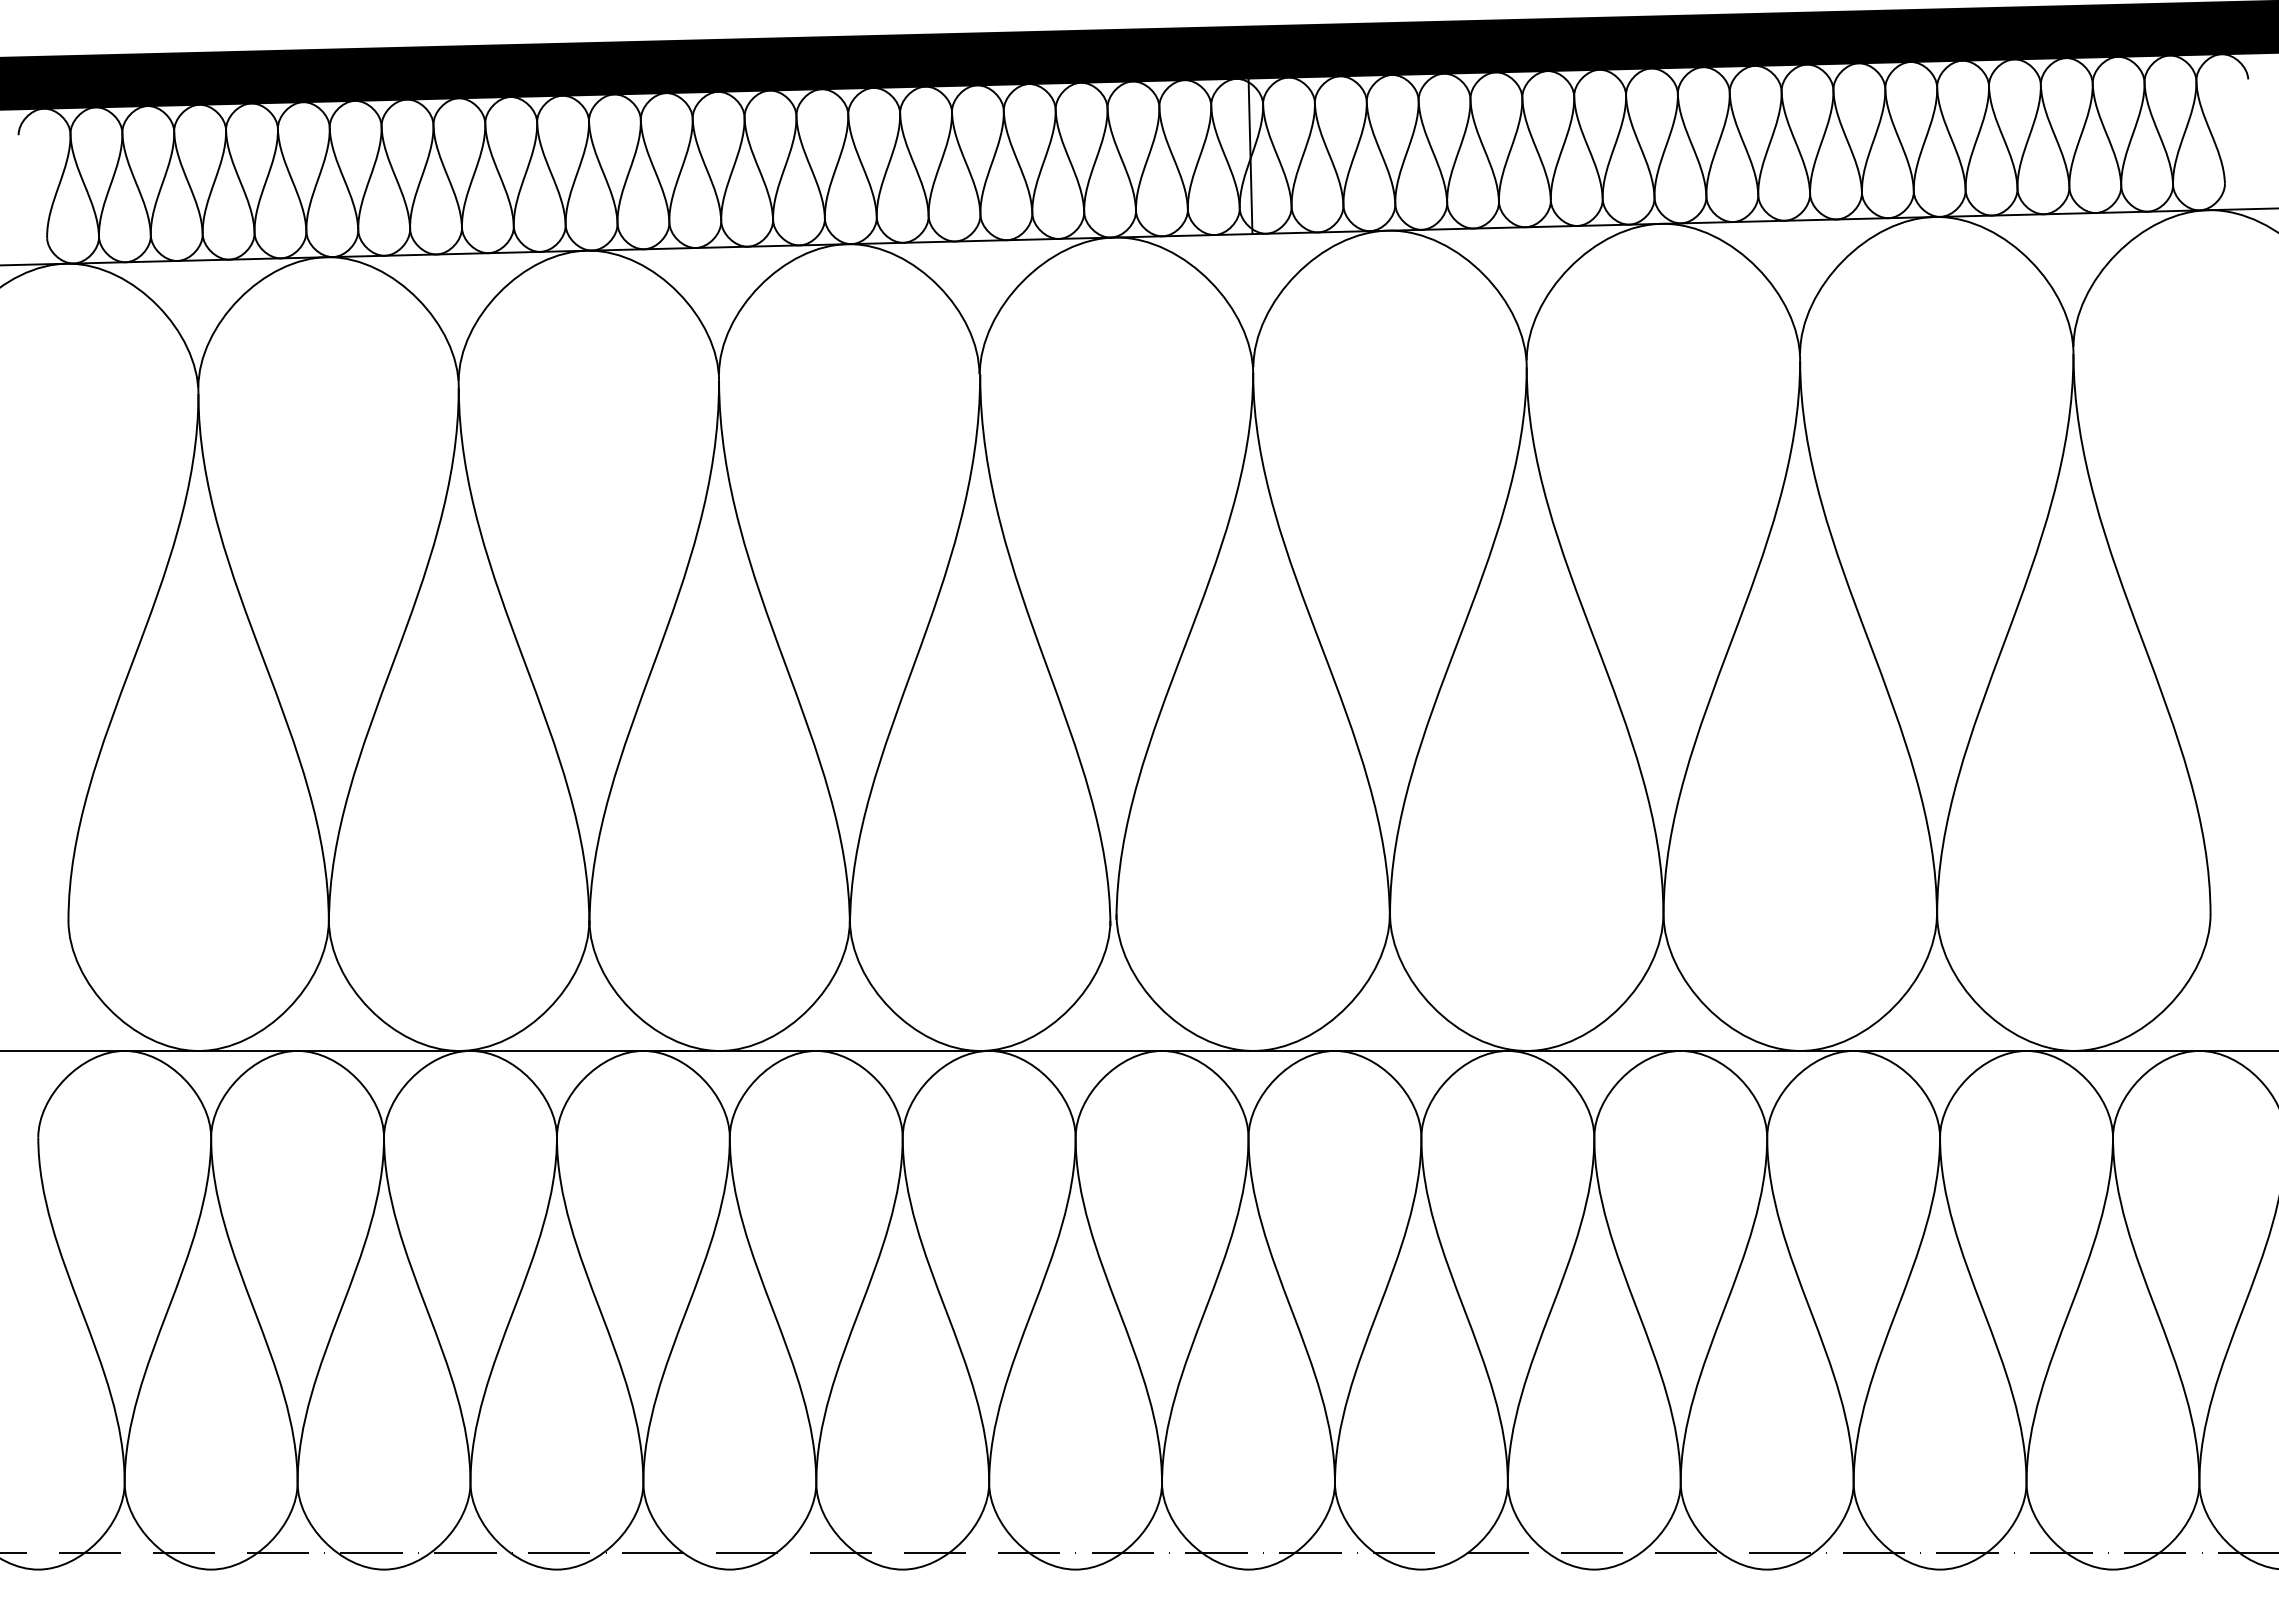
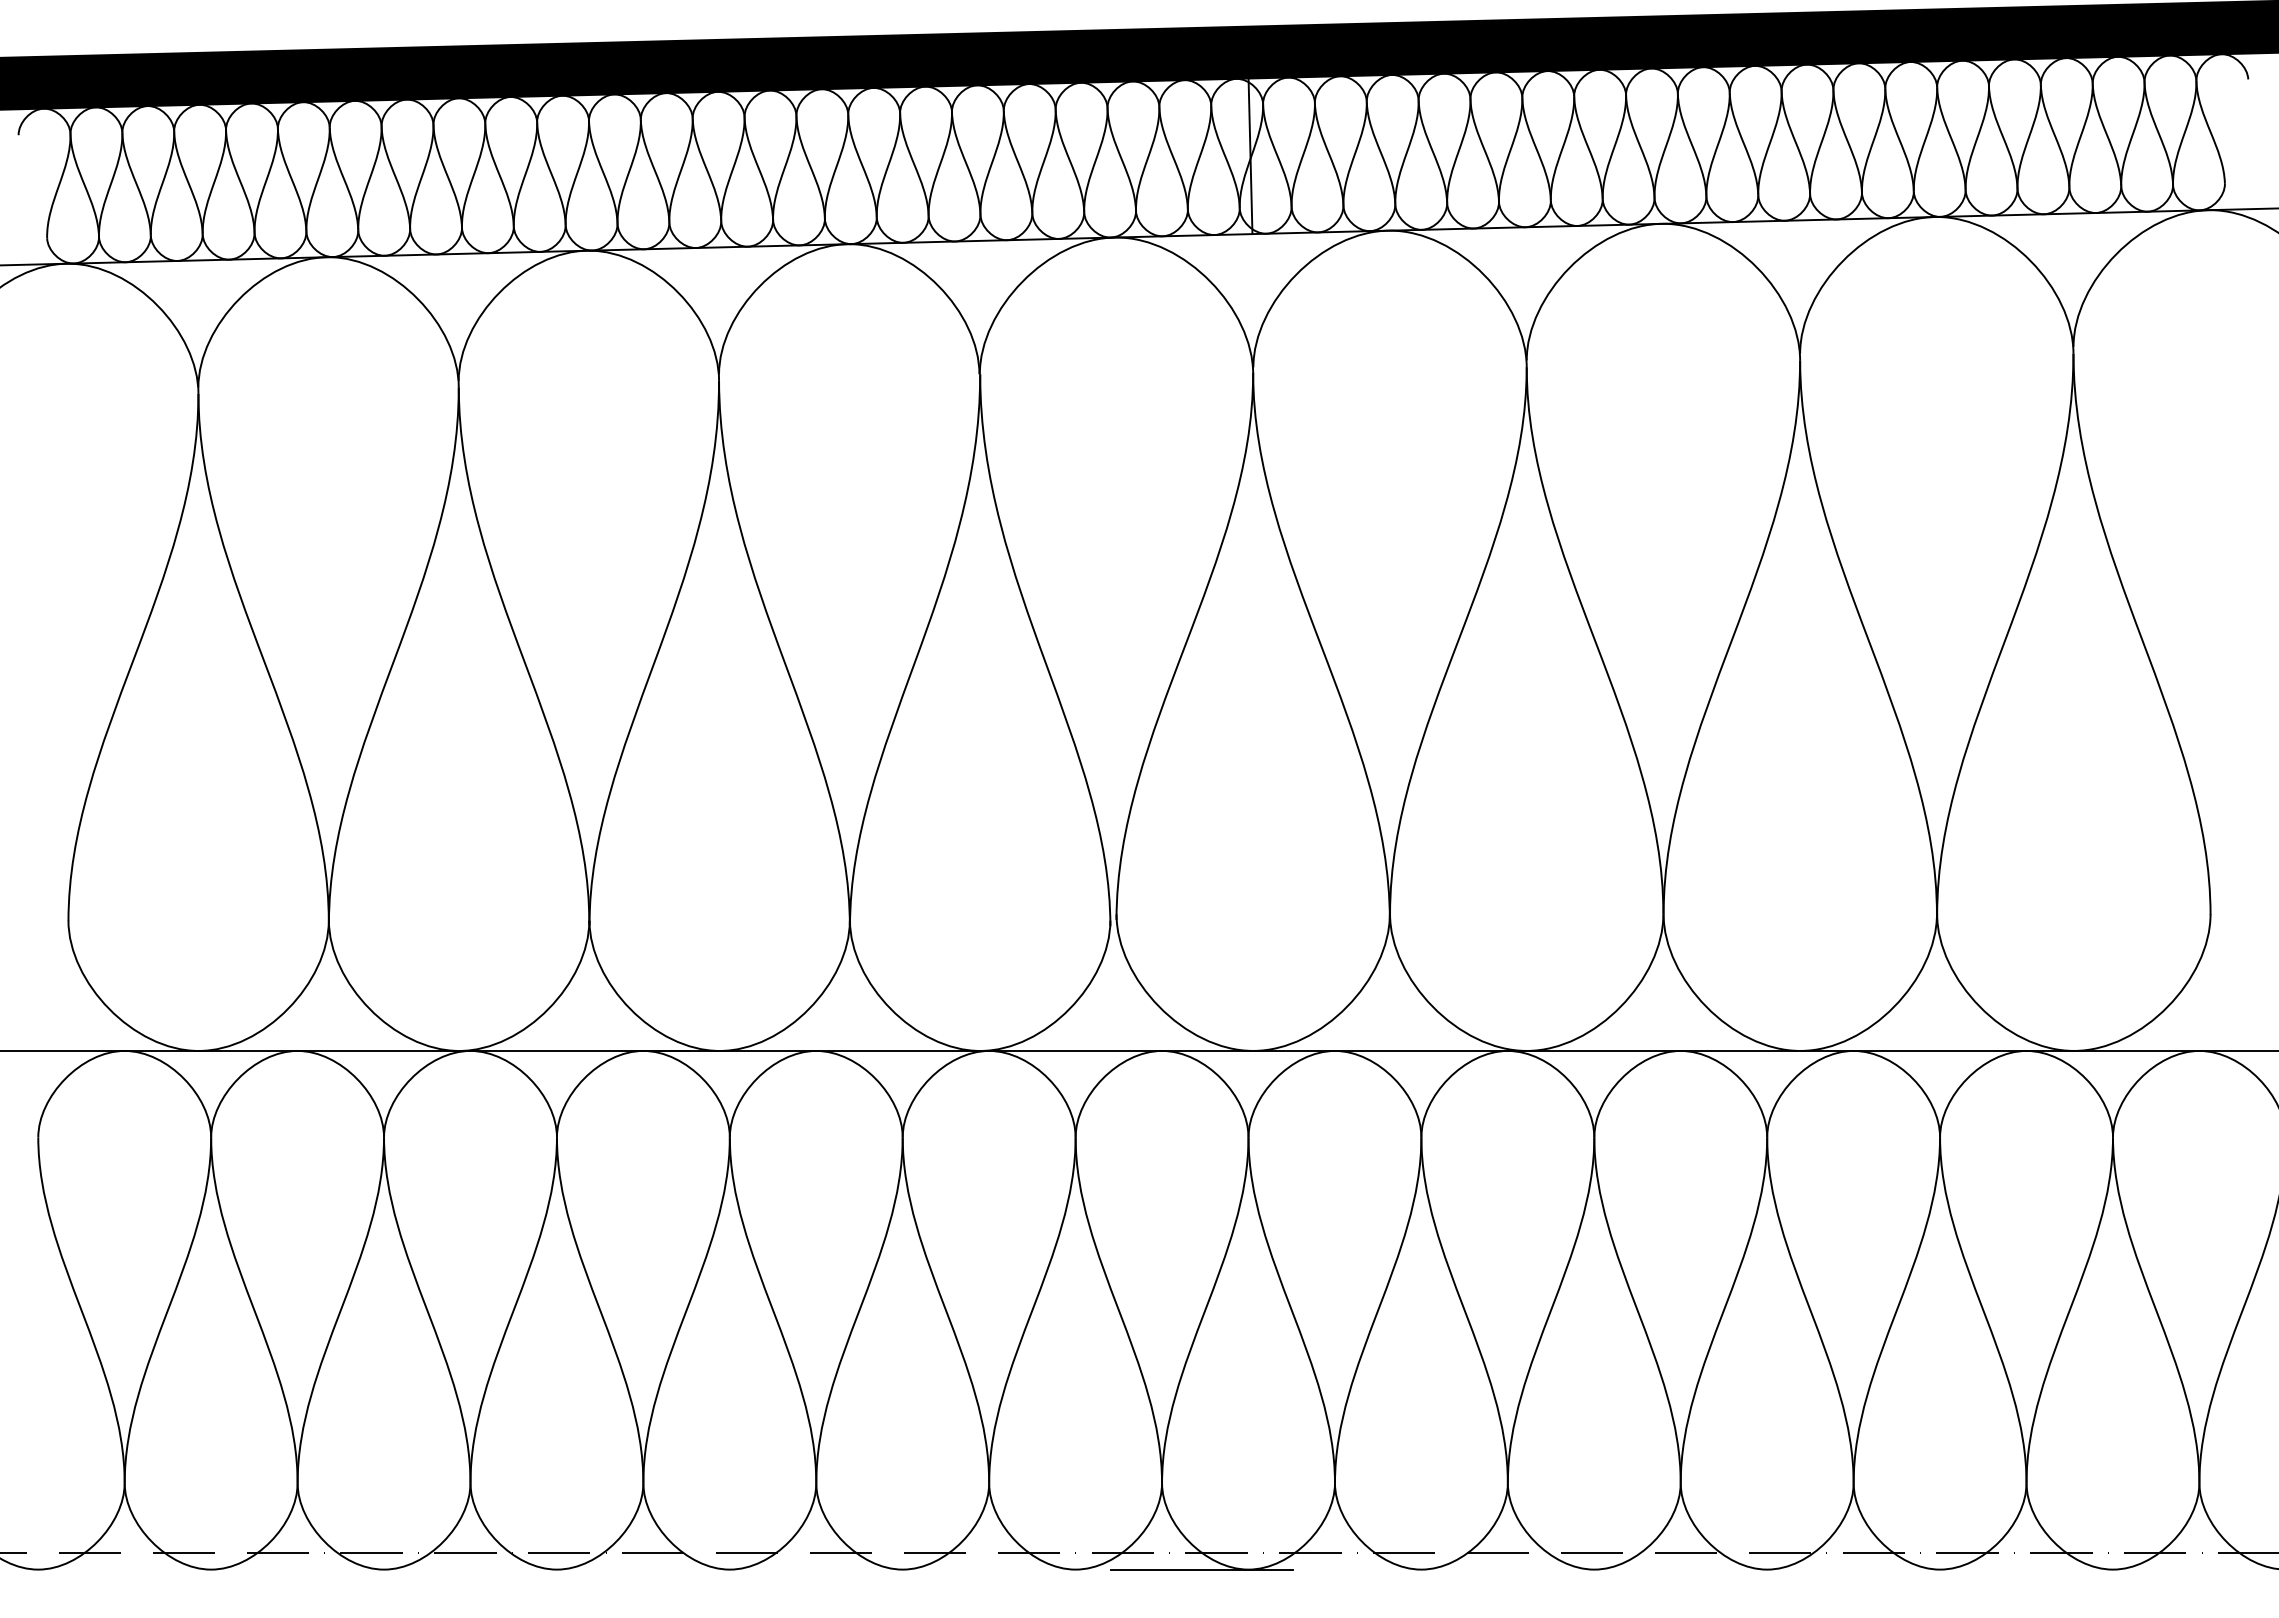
line at (1201, 1569): none -> present
